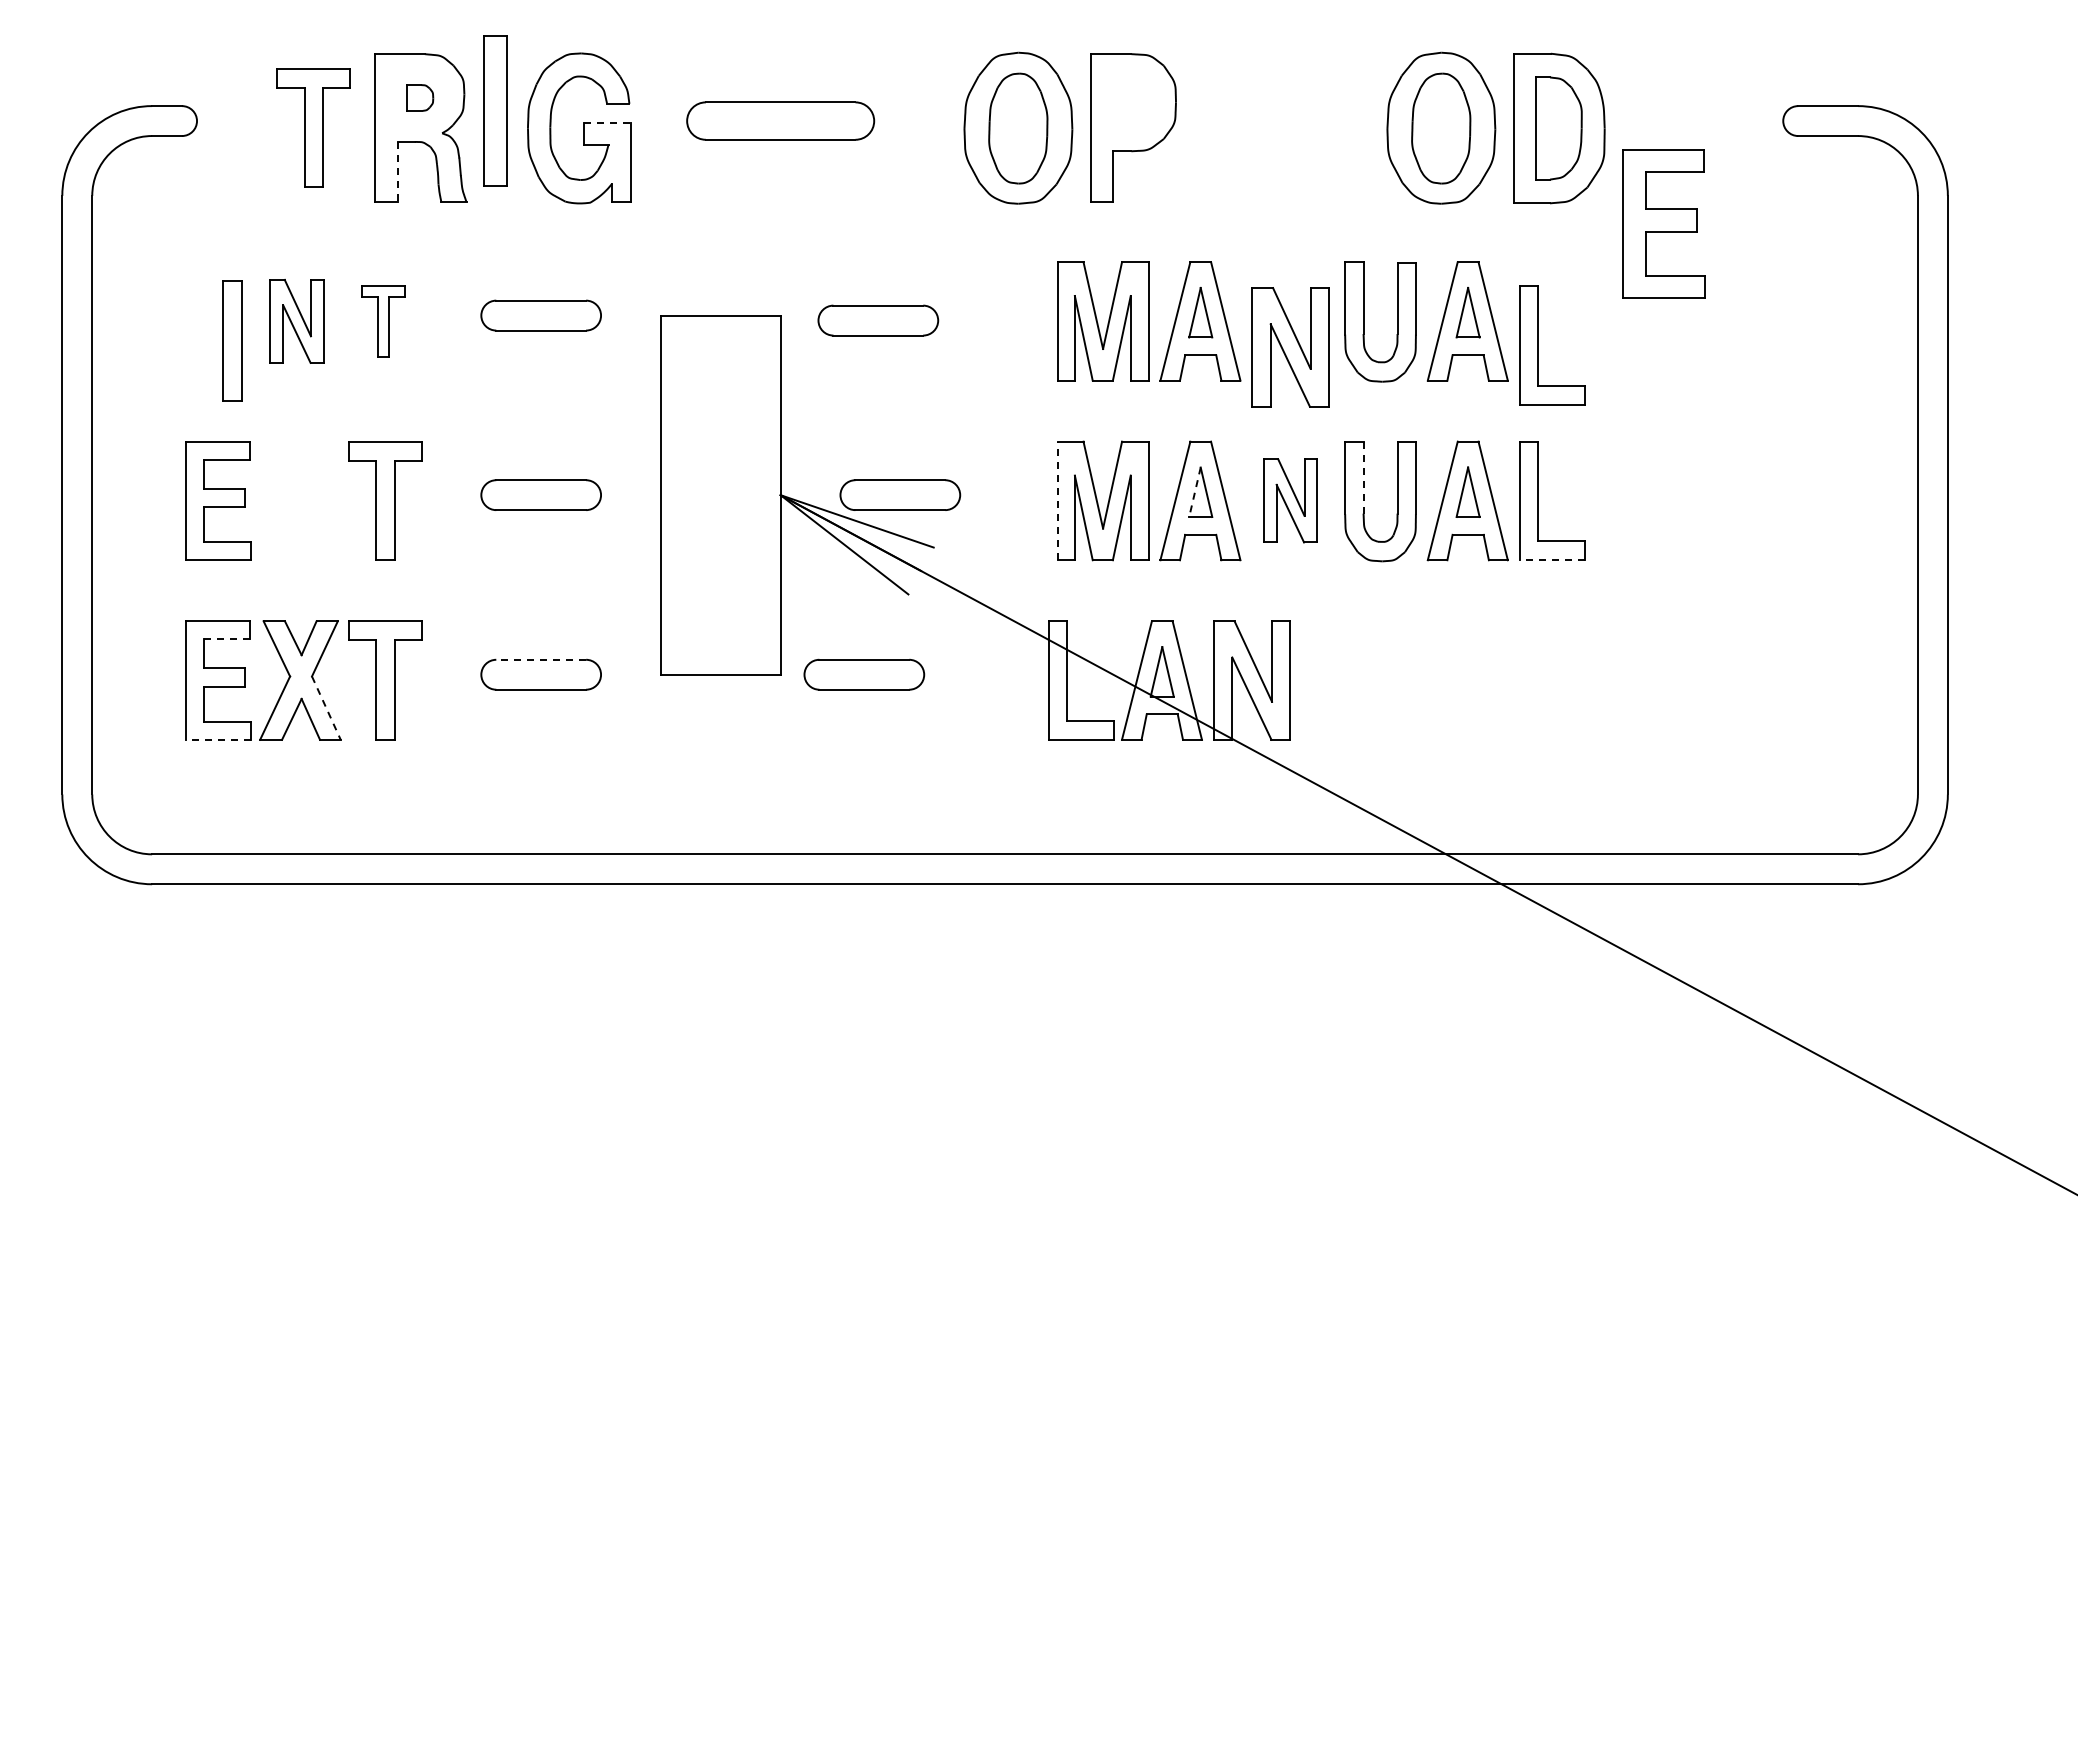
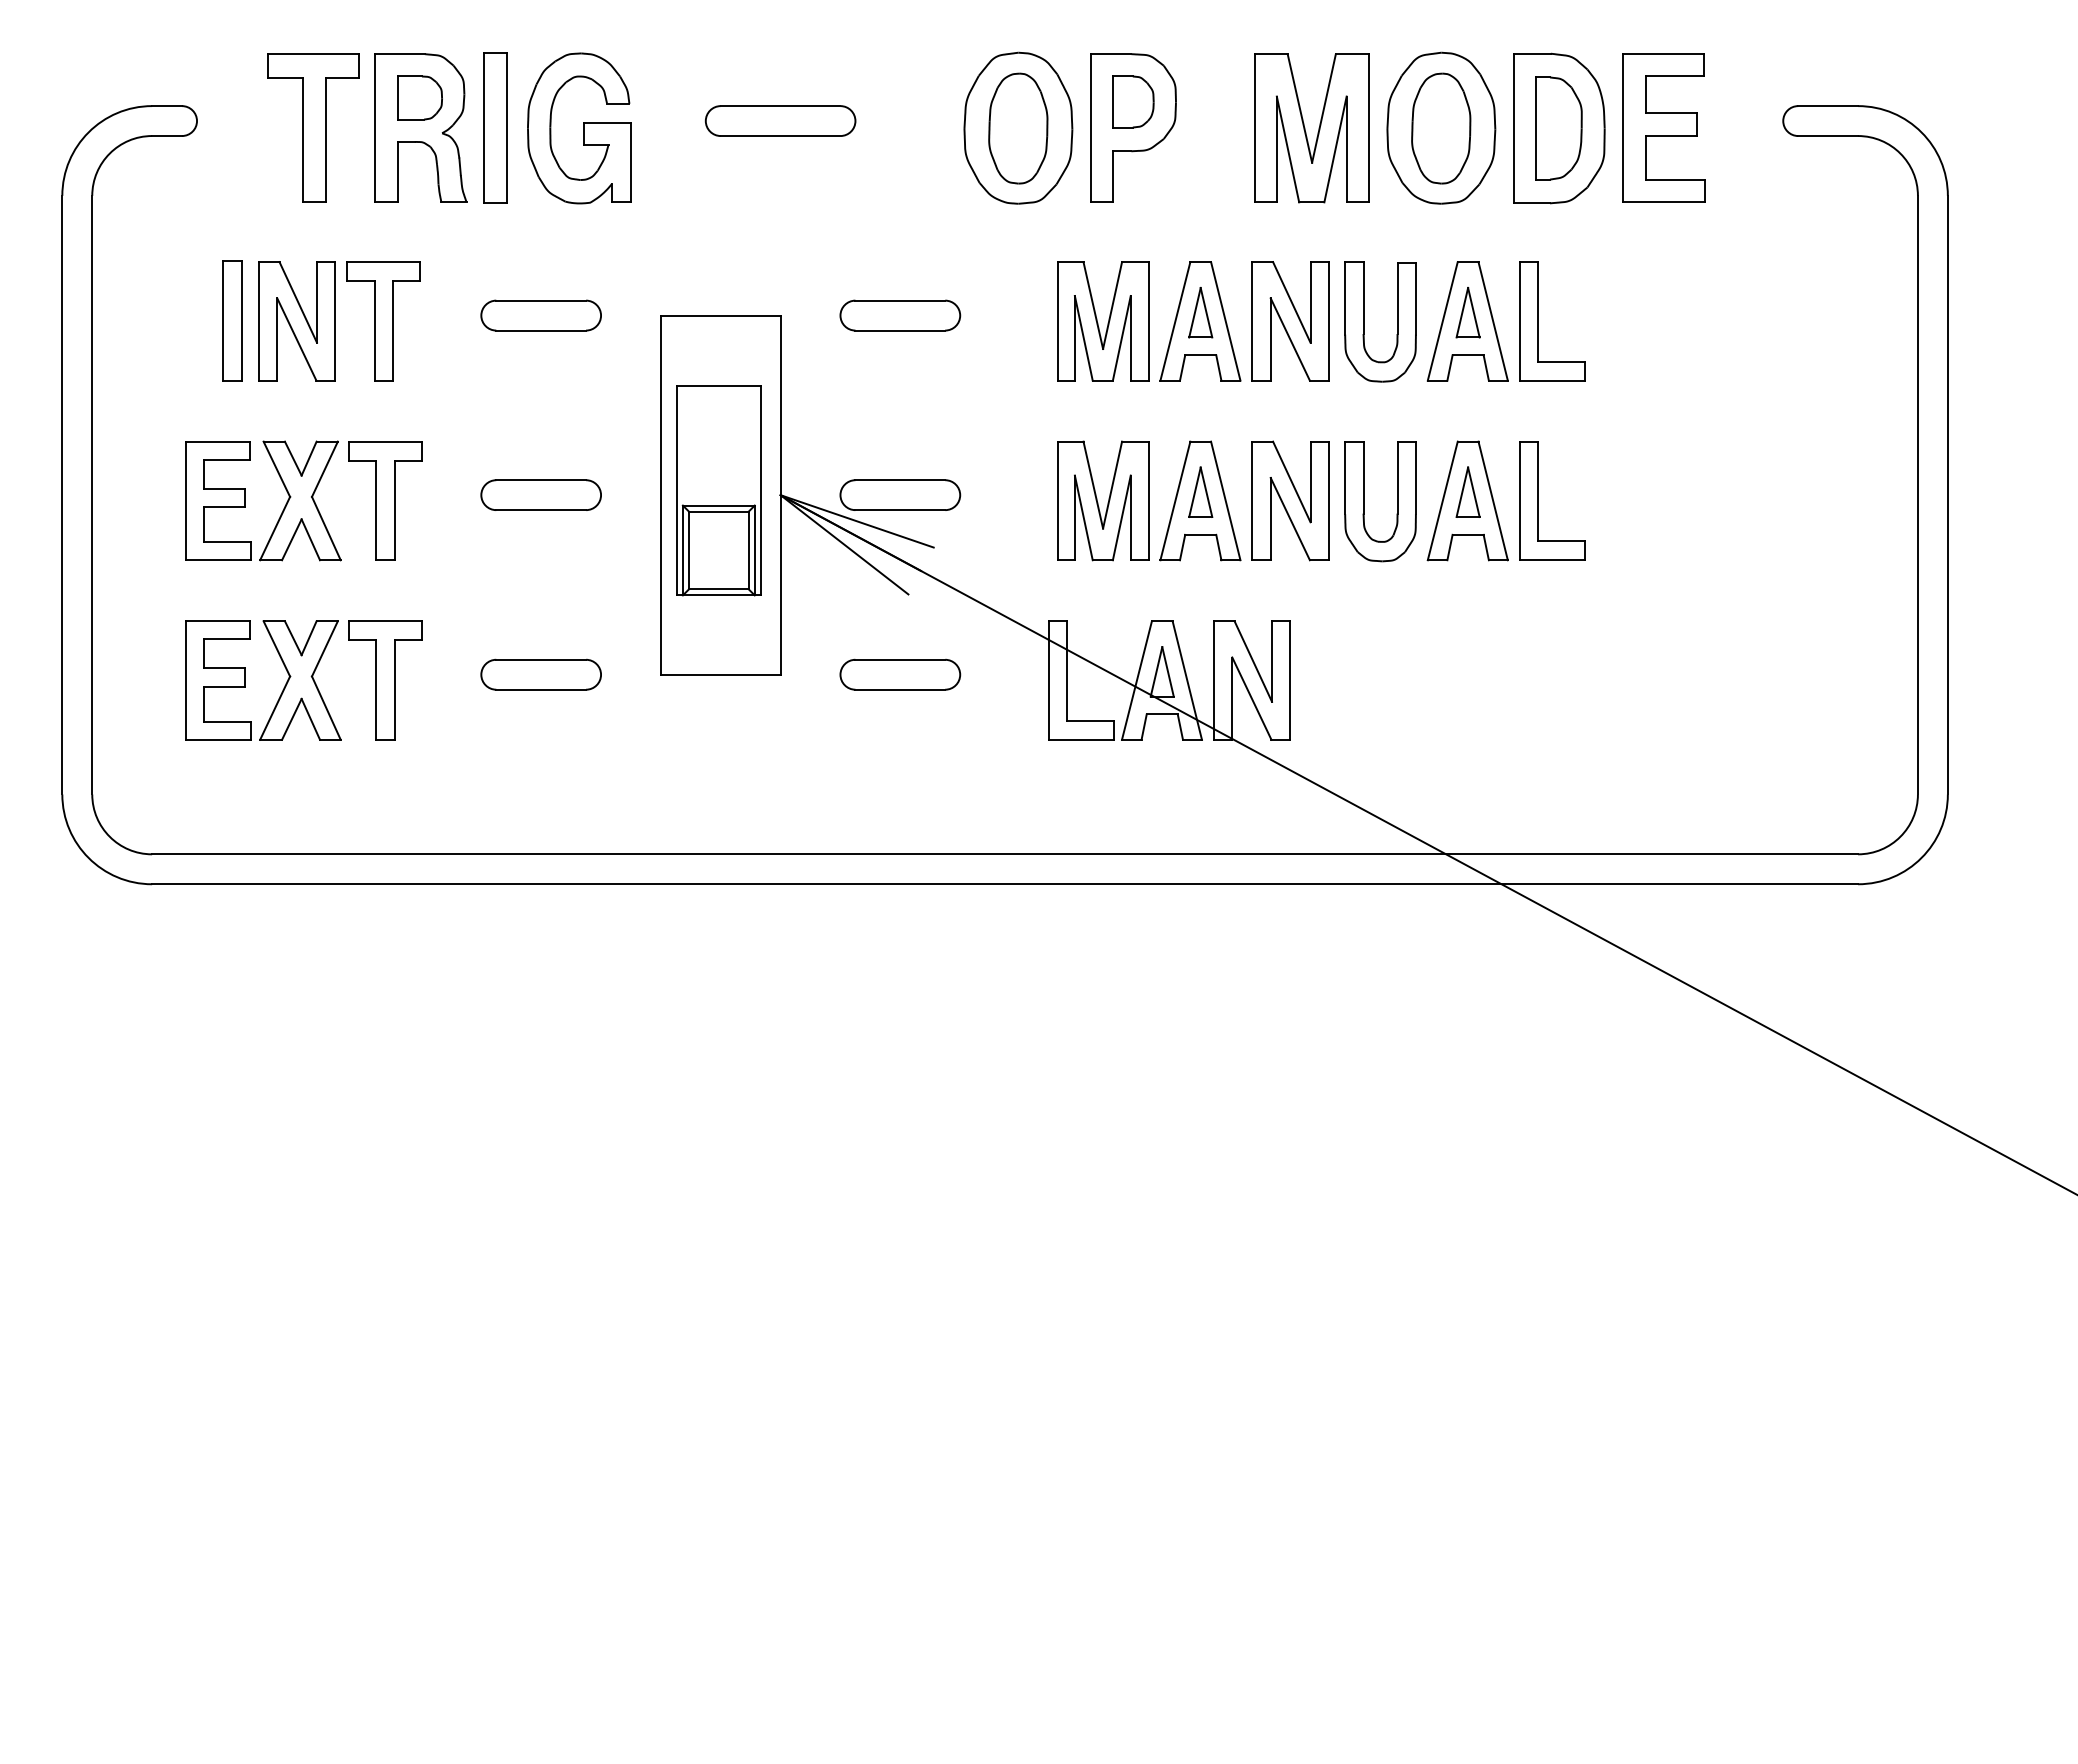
part at (420, 97) size: 29x28 px -> 46x46 px
part at (1133, 101): none -> present
part at (495, 110) position: (495, 110) -> (495, 127)
part at (780, 120) size: 190x40 px -> 153x32 px
line at (607, 123): dashed -> solid
part at (313, 127) size: 75x120 px -> 93x150 px
part at (1311, 128): none -> present
line at (397, 172): dashed -> solid
part at (1663, 223) position: (1663, 223) -> (1663, 127)
part at (878, 320) position: (878, 320) -> (900, 315)
part at (296, 321) size: 56x85 px -> 78x121 px
part at (383, 321) size: 45x73 px -> 75x121 px
part at (232, 340) position: (232, 340) -> (232, 320)
part at (1538, 345) position: (1538, 345) -> (1538, 321)
part at (1290, 347) position: (1290, 347) -> (1290, 321)
line at (1363, 477): dashed -> solid
part at (718, 490): none -> present
line at (1194, 492): dashed -> solid
part at (300, 500): none -> present
line at (1057, 500): dashed -> solid
part at (1290, 500) size: 55x86 px -> 79x122 px
line at (1552, 560): dashed -> solid
line at (226, 639): dashed -> solid
line at (541, 659): dashed -> solid
part at (864, 674) position: (864, 674) -> (900, 674)
line at (326, 708): dashed -> solid
line at (218, 739): dashed -> solid
